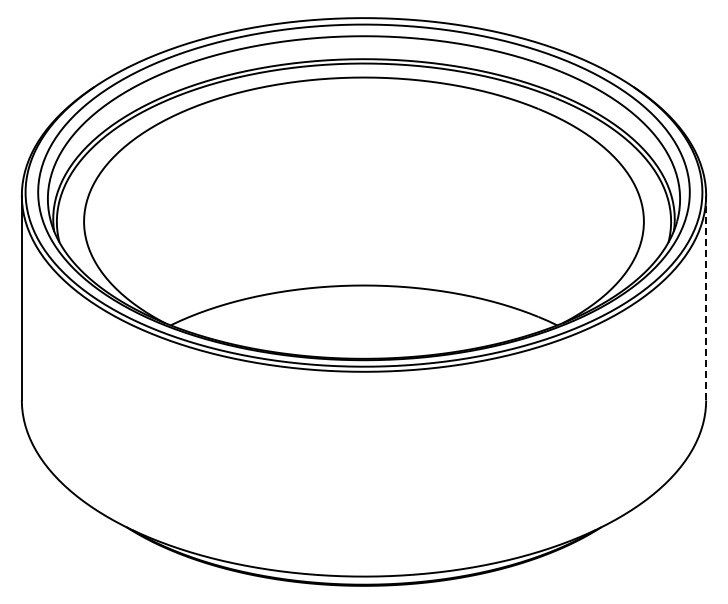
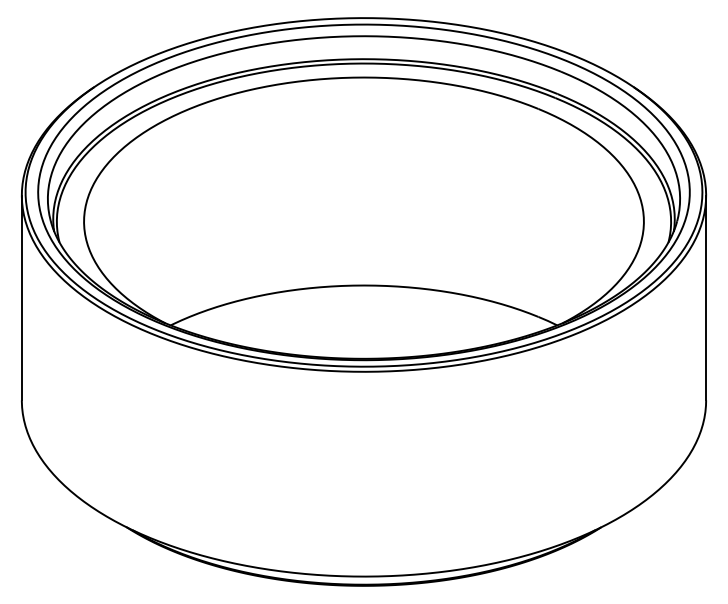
line at (706, 297): dashed -> solid
